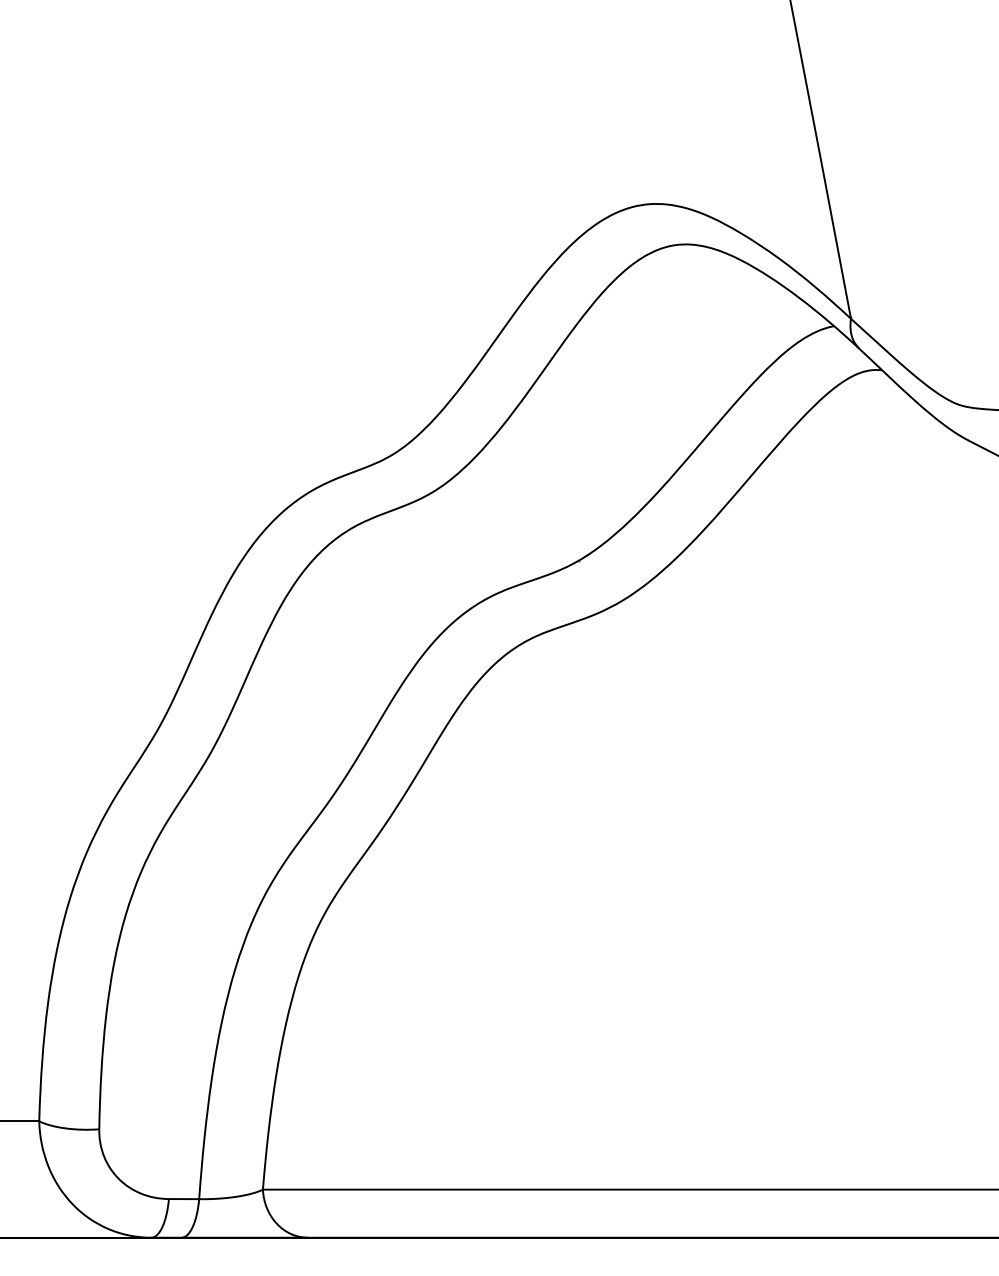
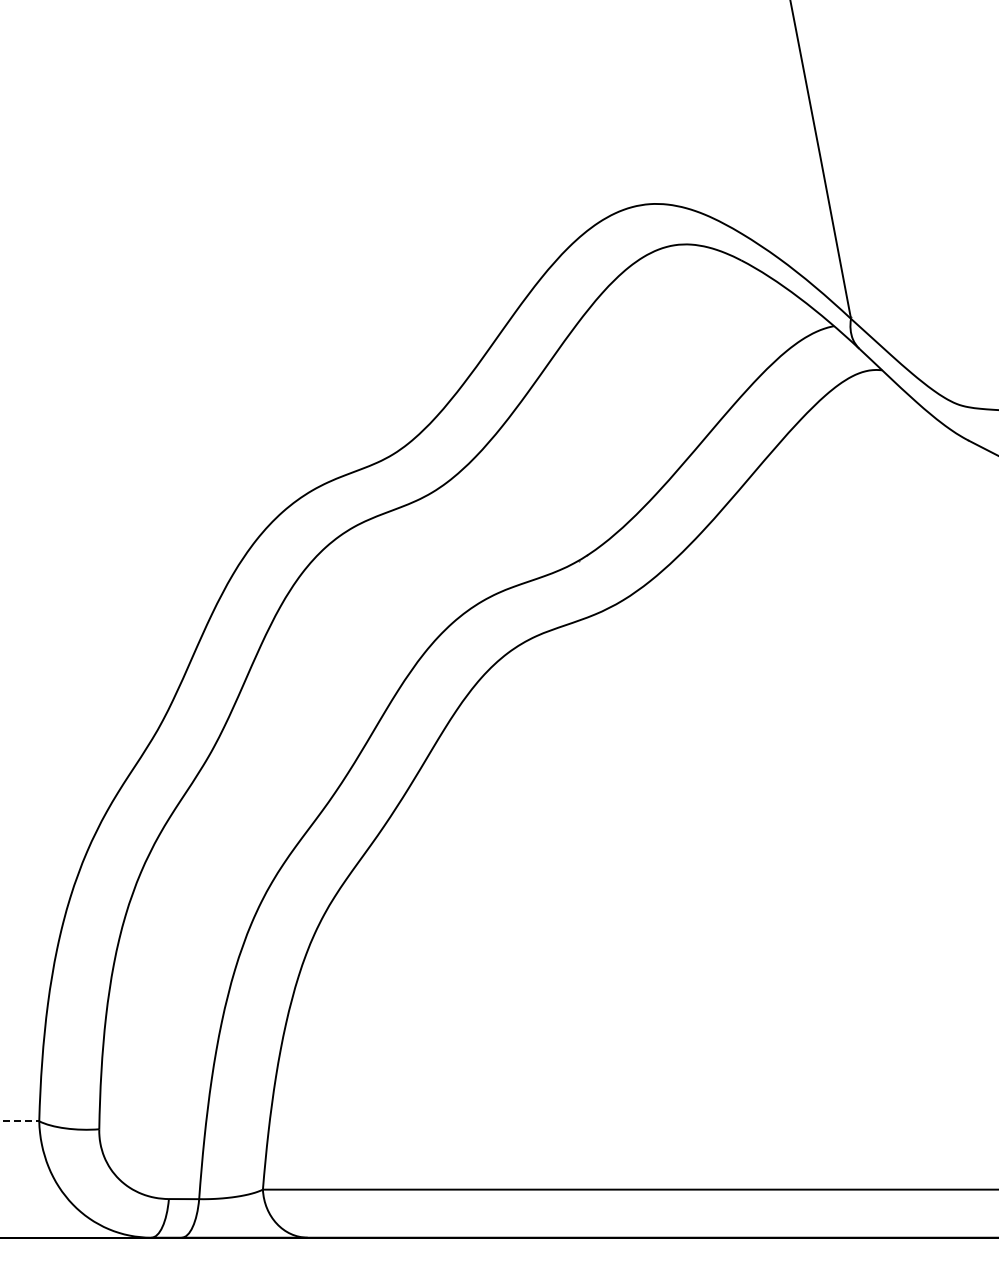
line at (20, 1121): solid -> dashed
